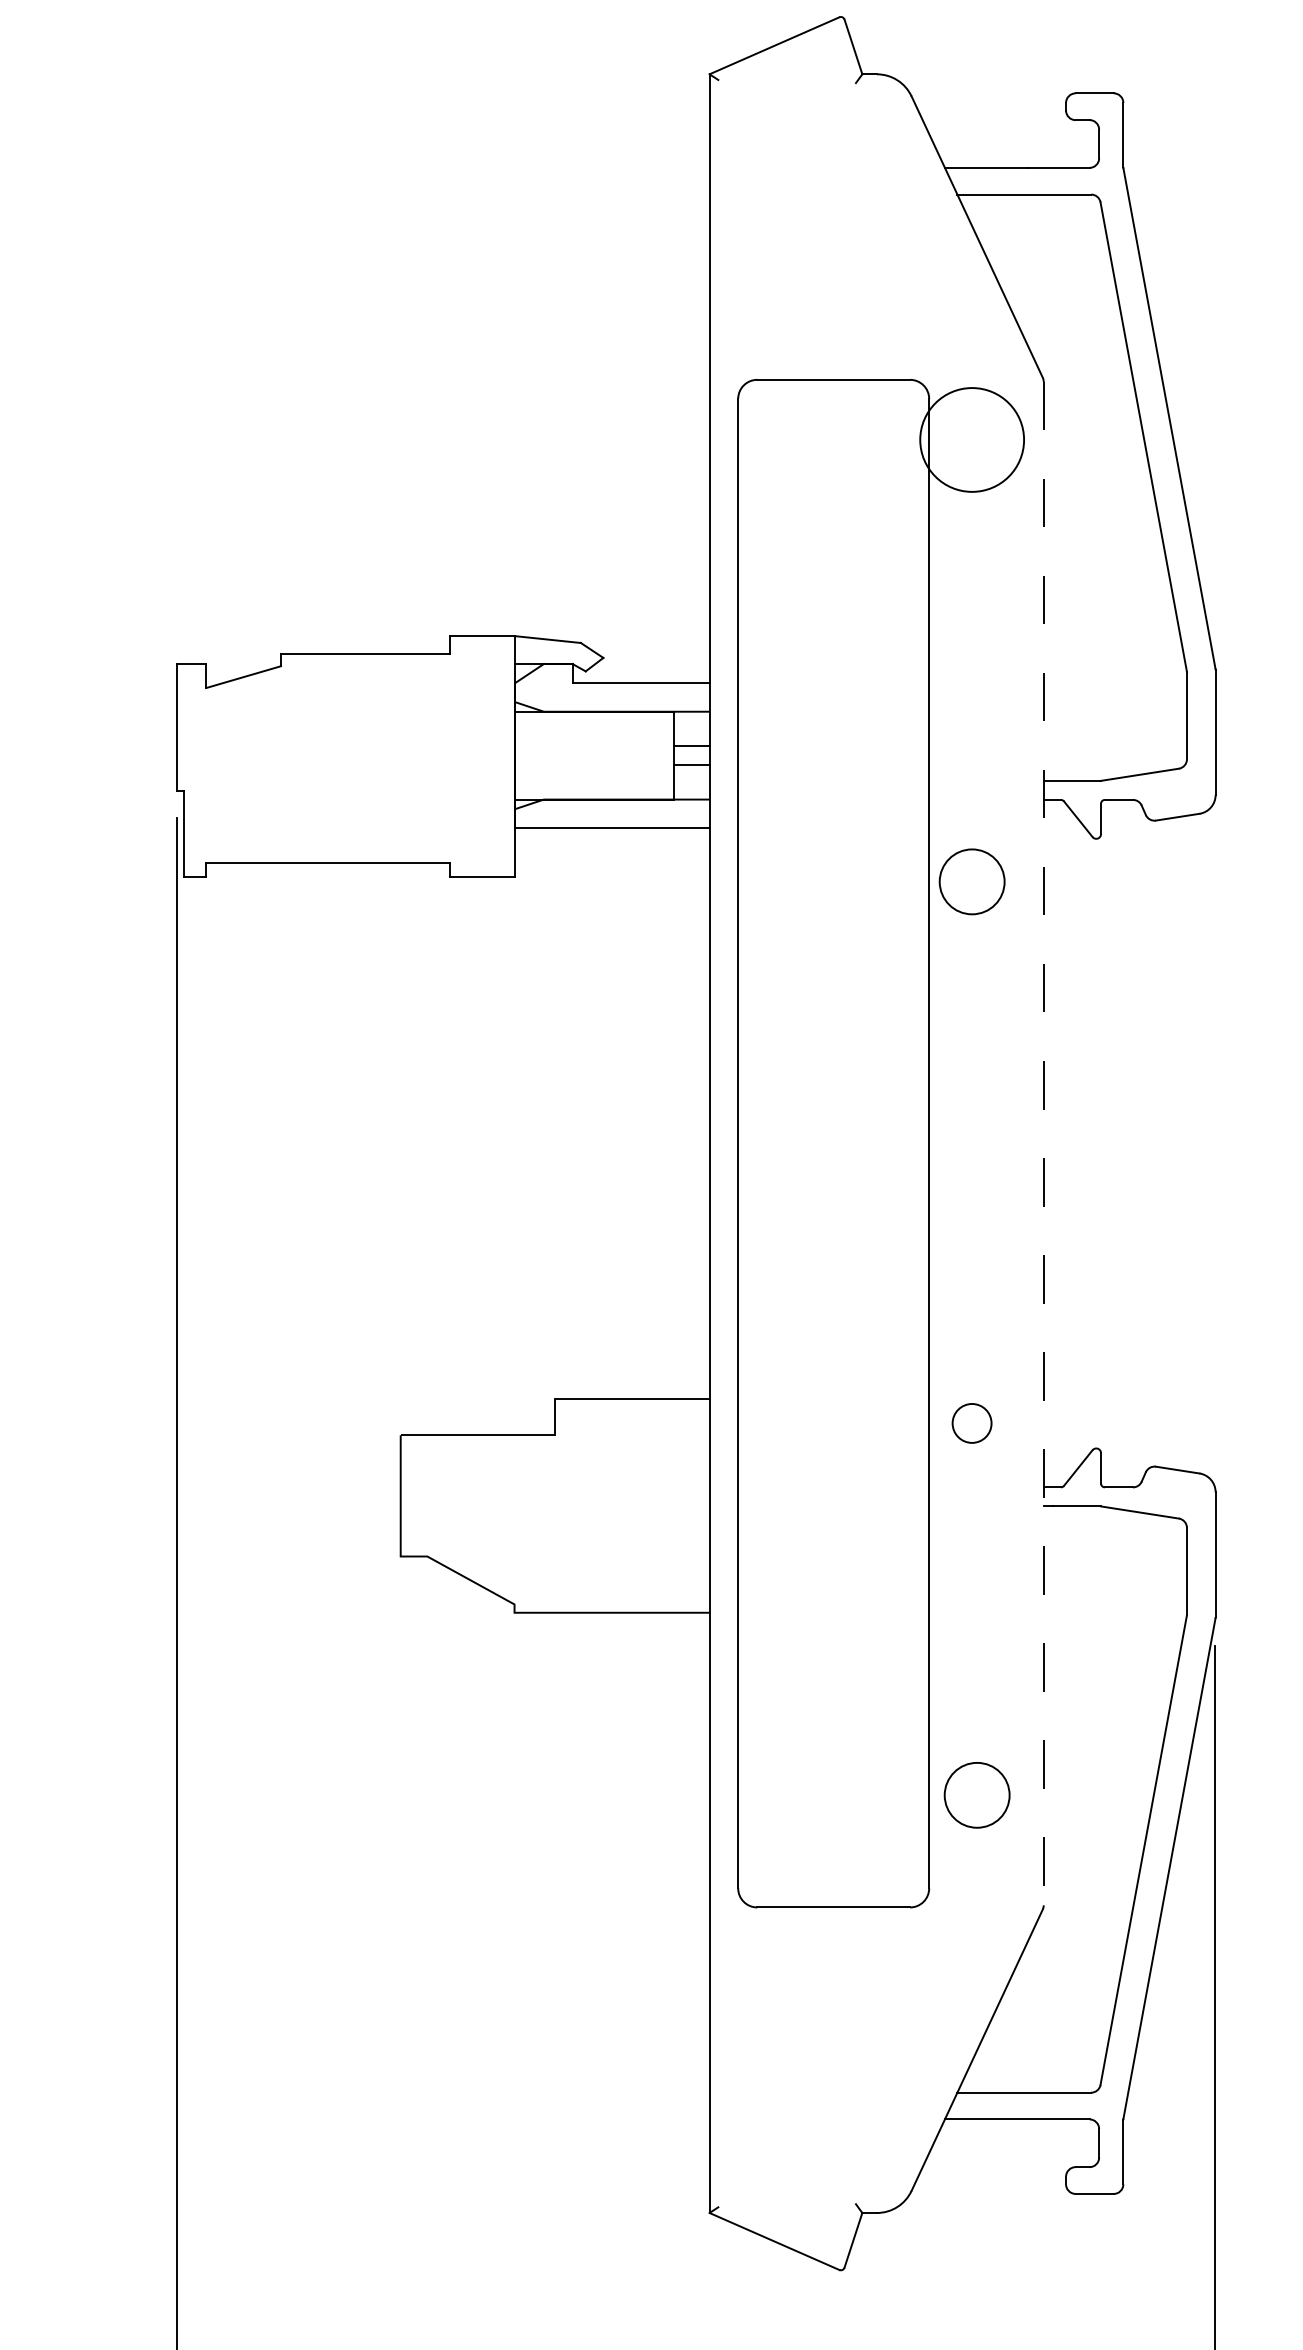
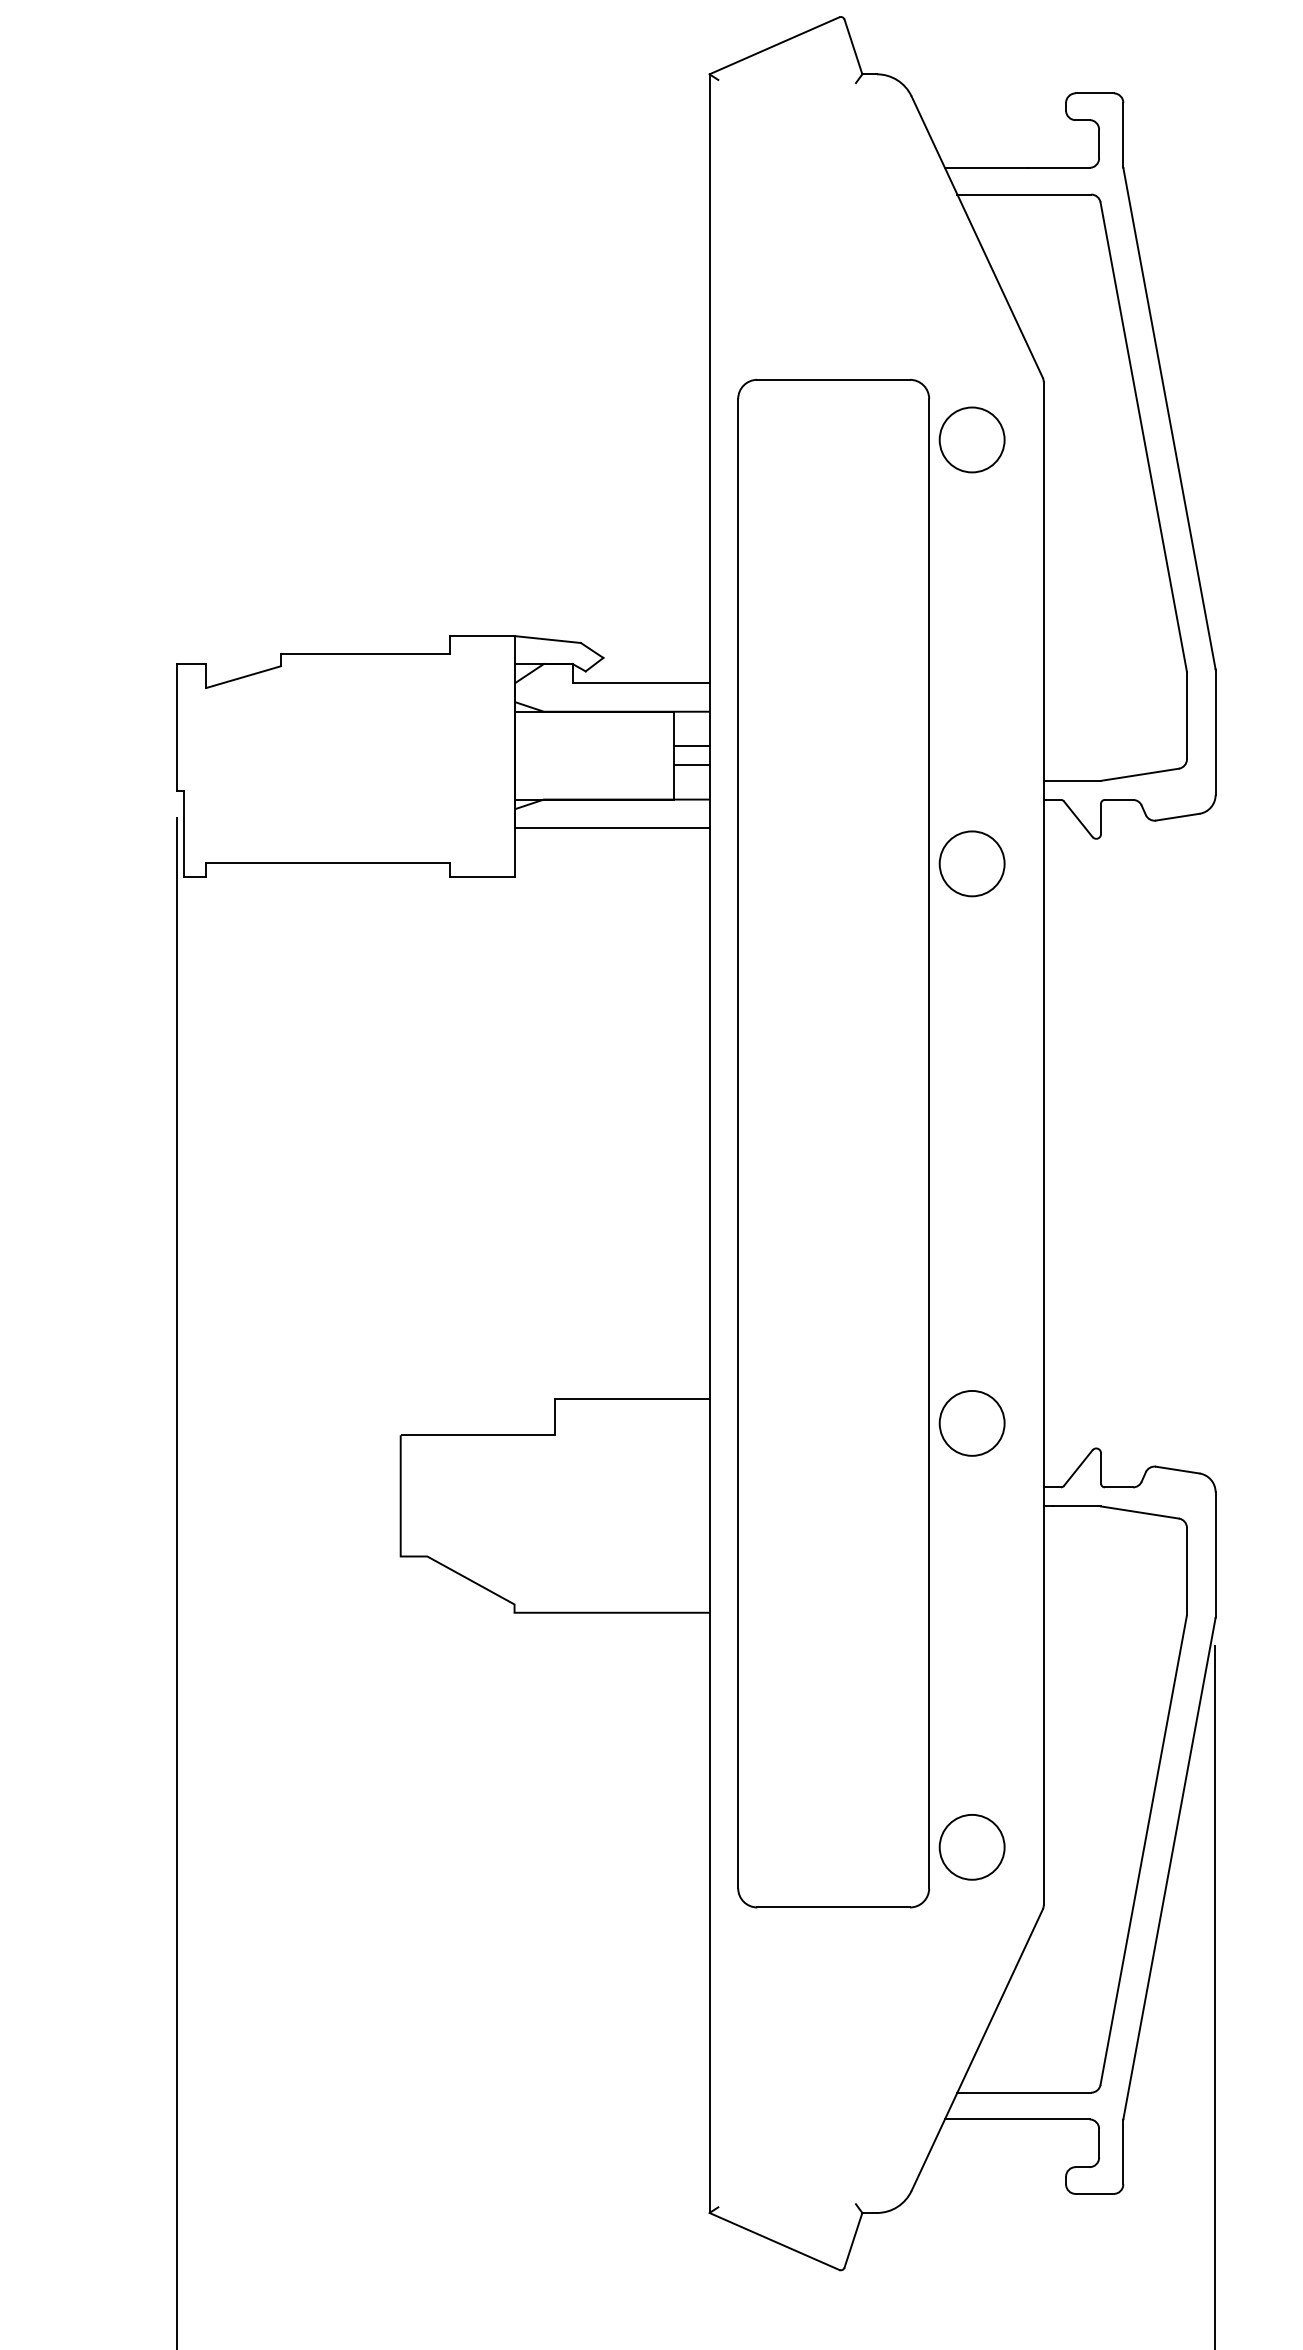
circle at (972, 439) diameter: 104 px -> 65 px
circle at (971, 881) position: (971, 881) -> (971, 863)
line at (1043, 1143): dashed -> solid
circle at (971, 1423) size: 42x41 px -> 68x67 px
circle at (976, 1795) position: (976, 1795) -> (971, 1847)
